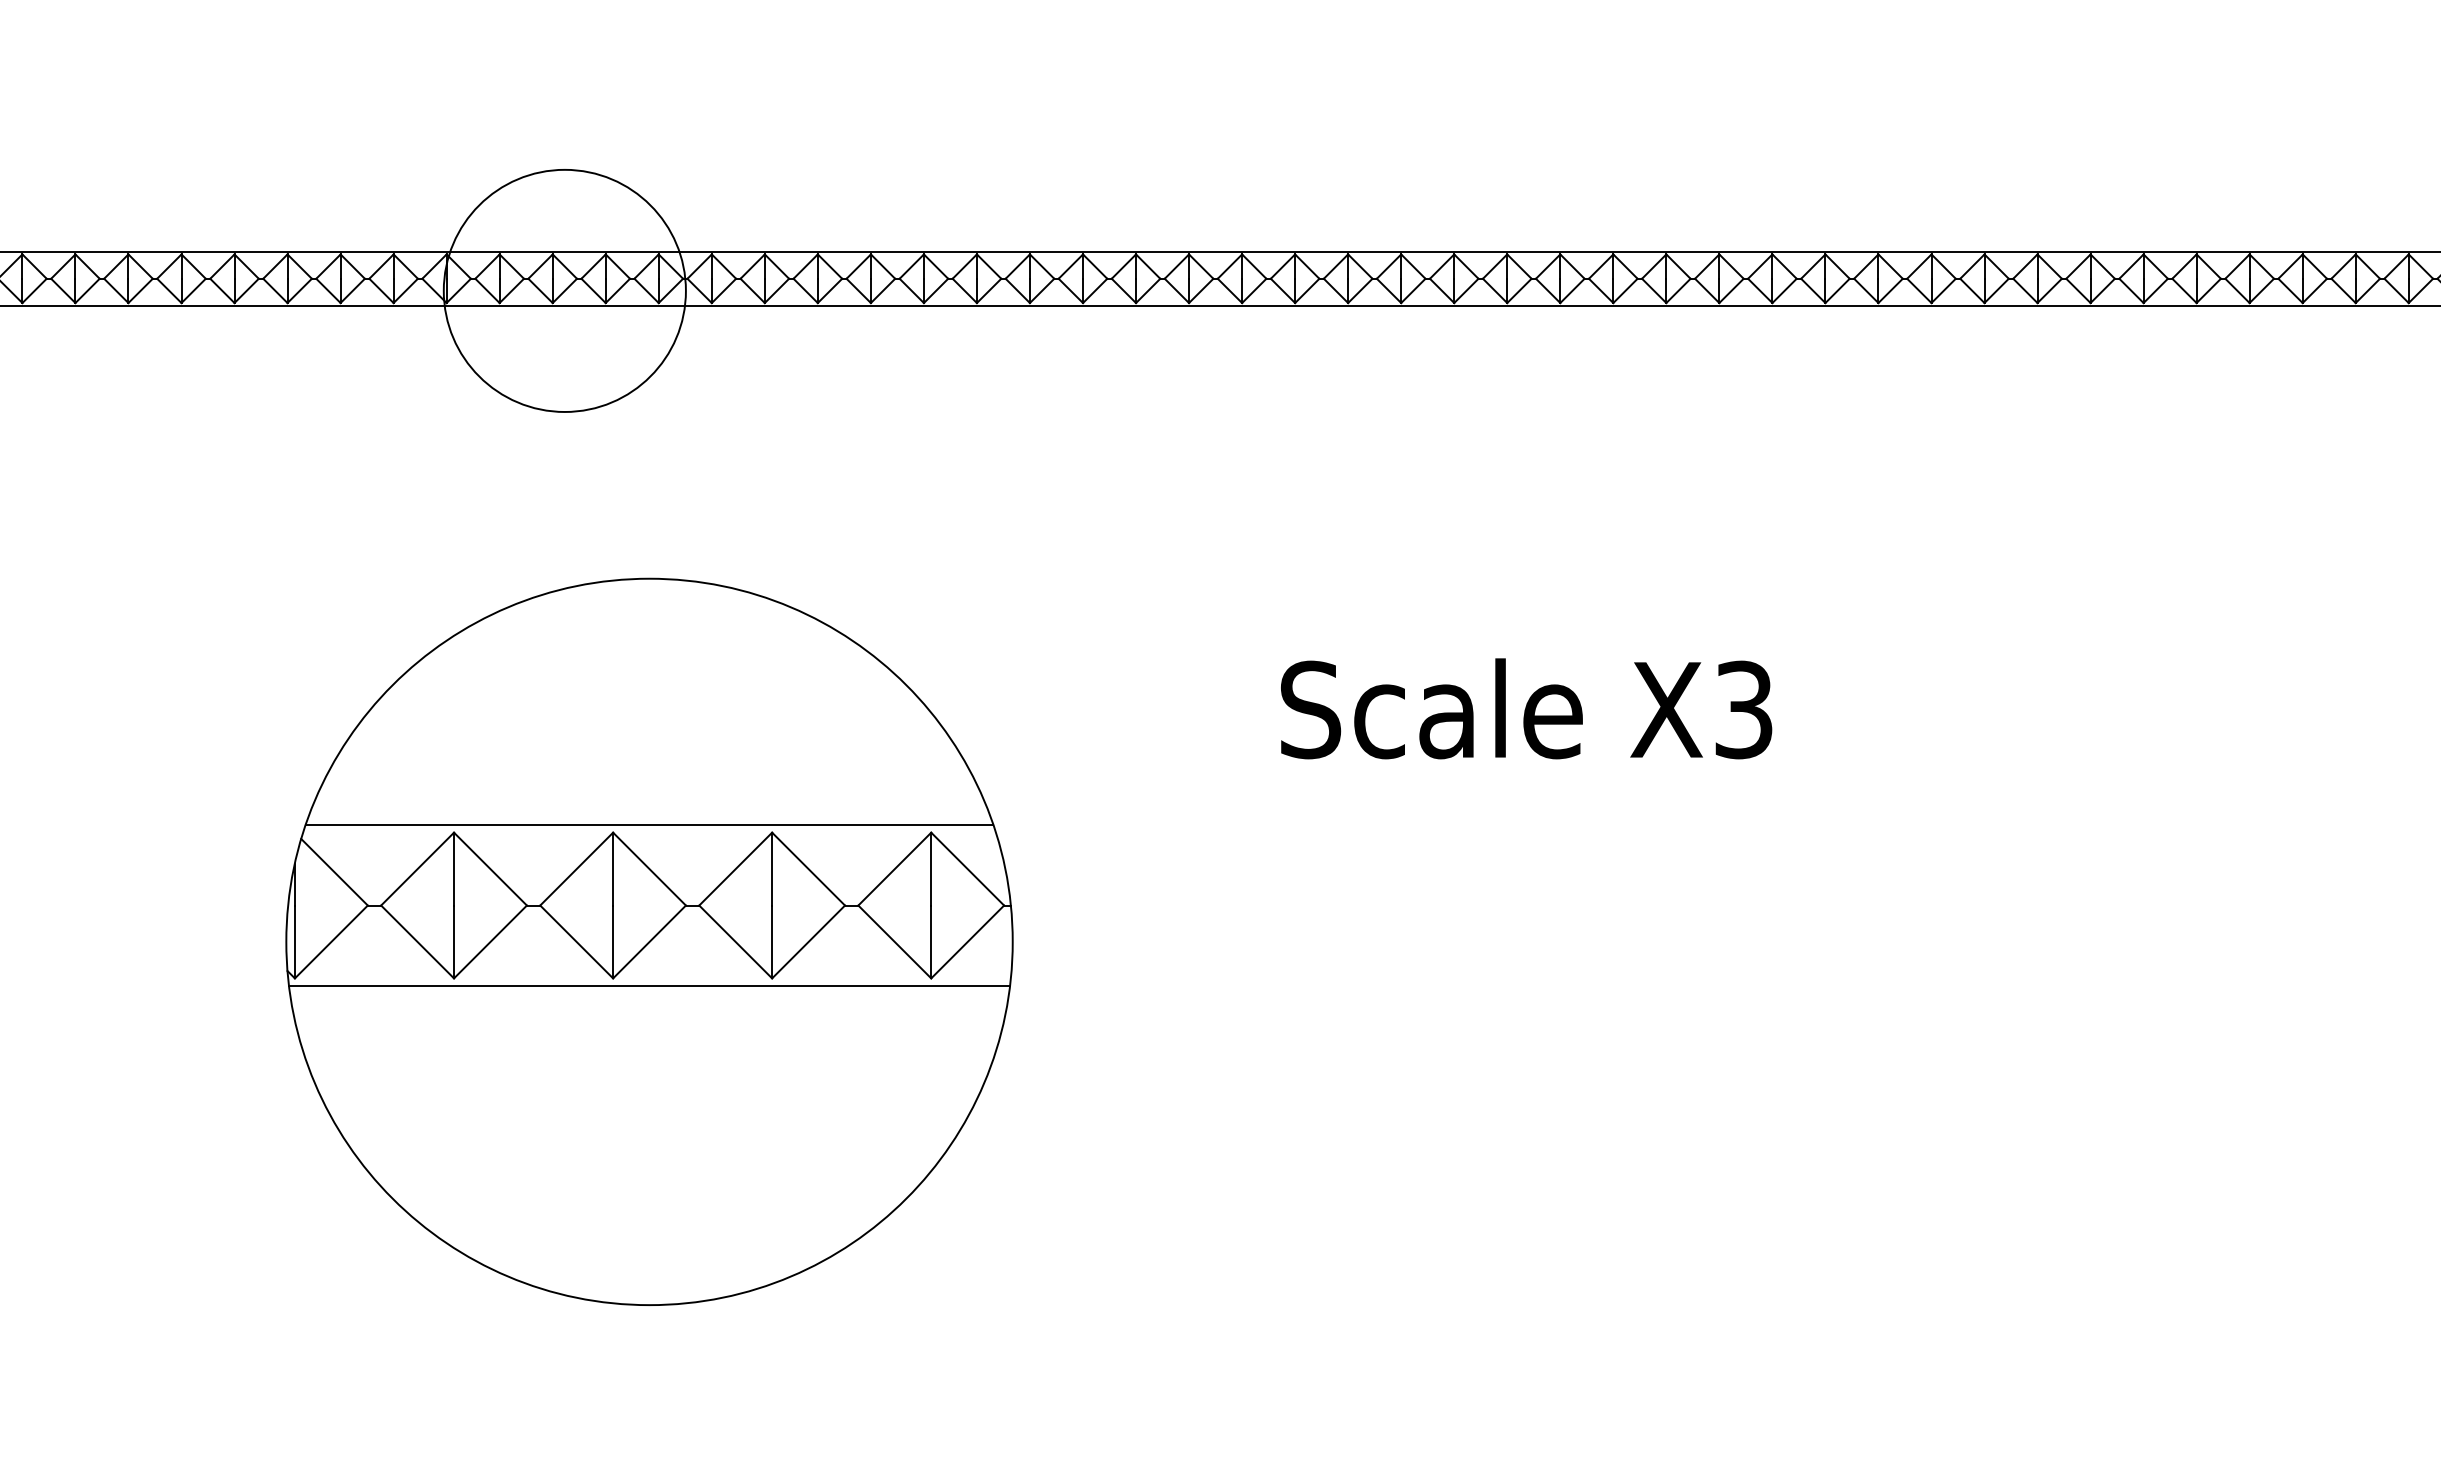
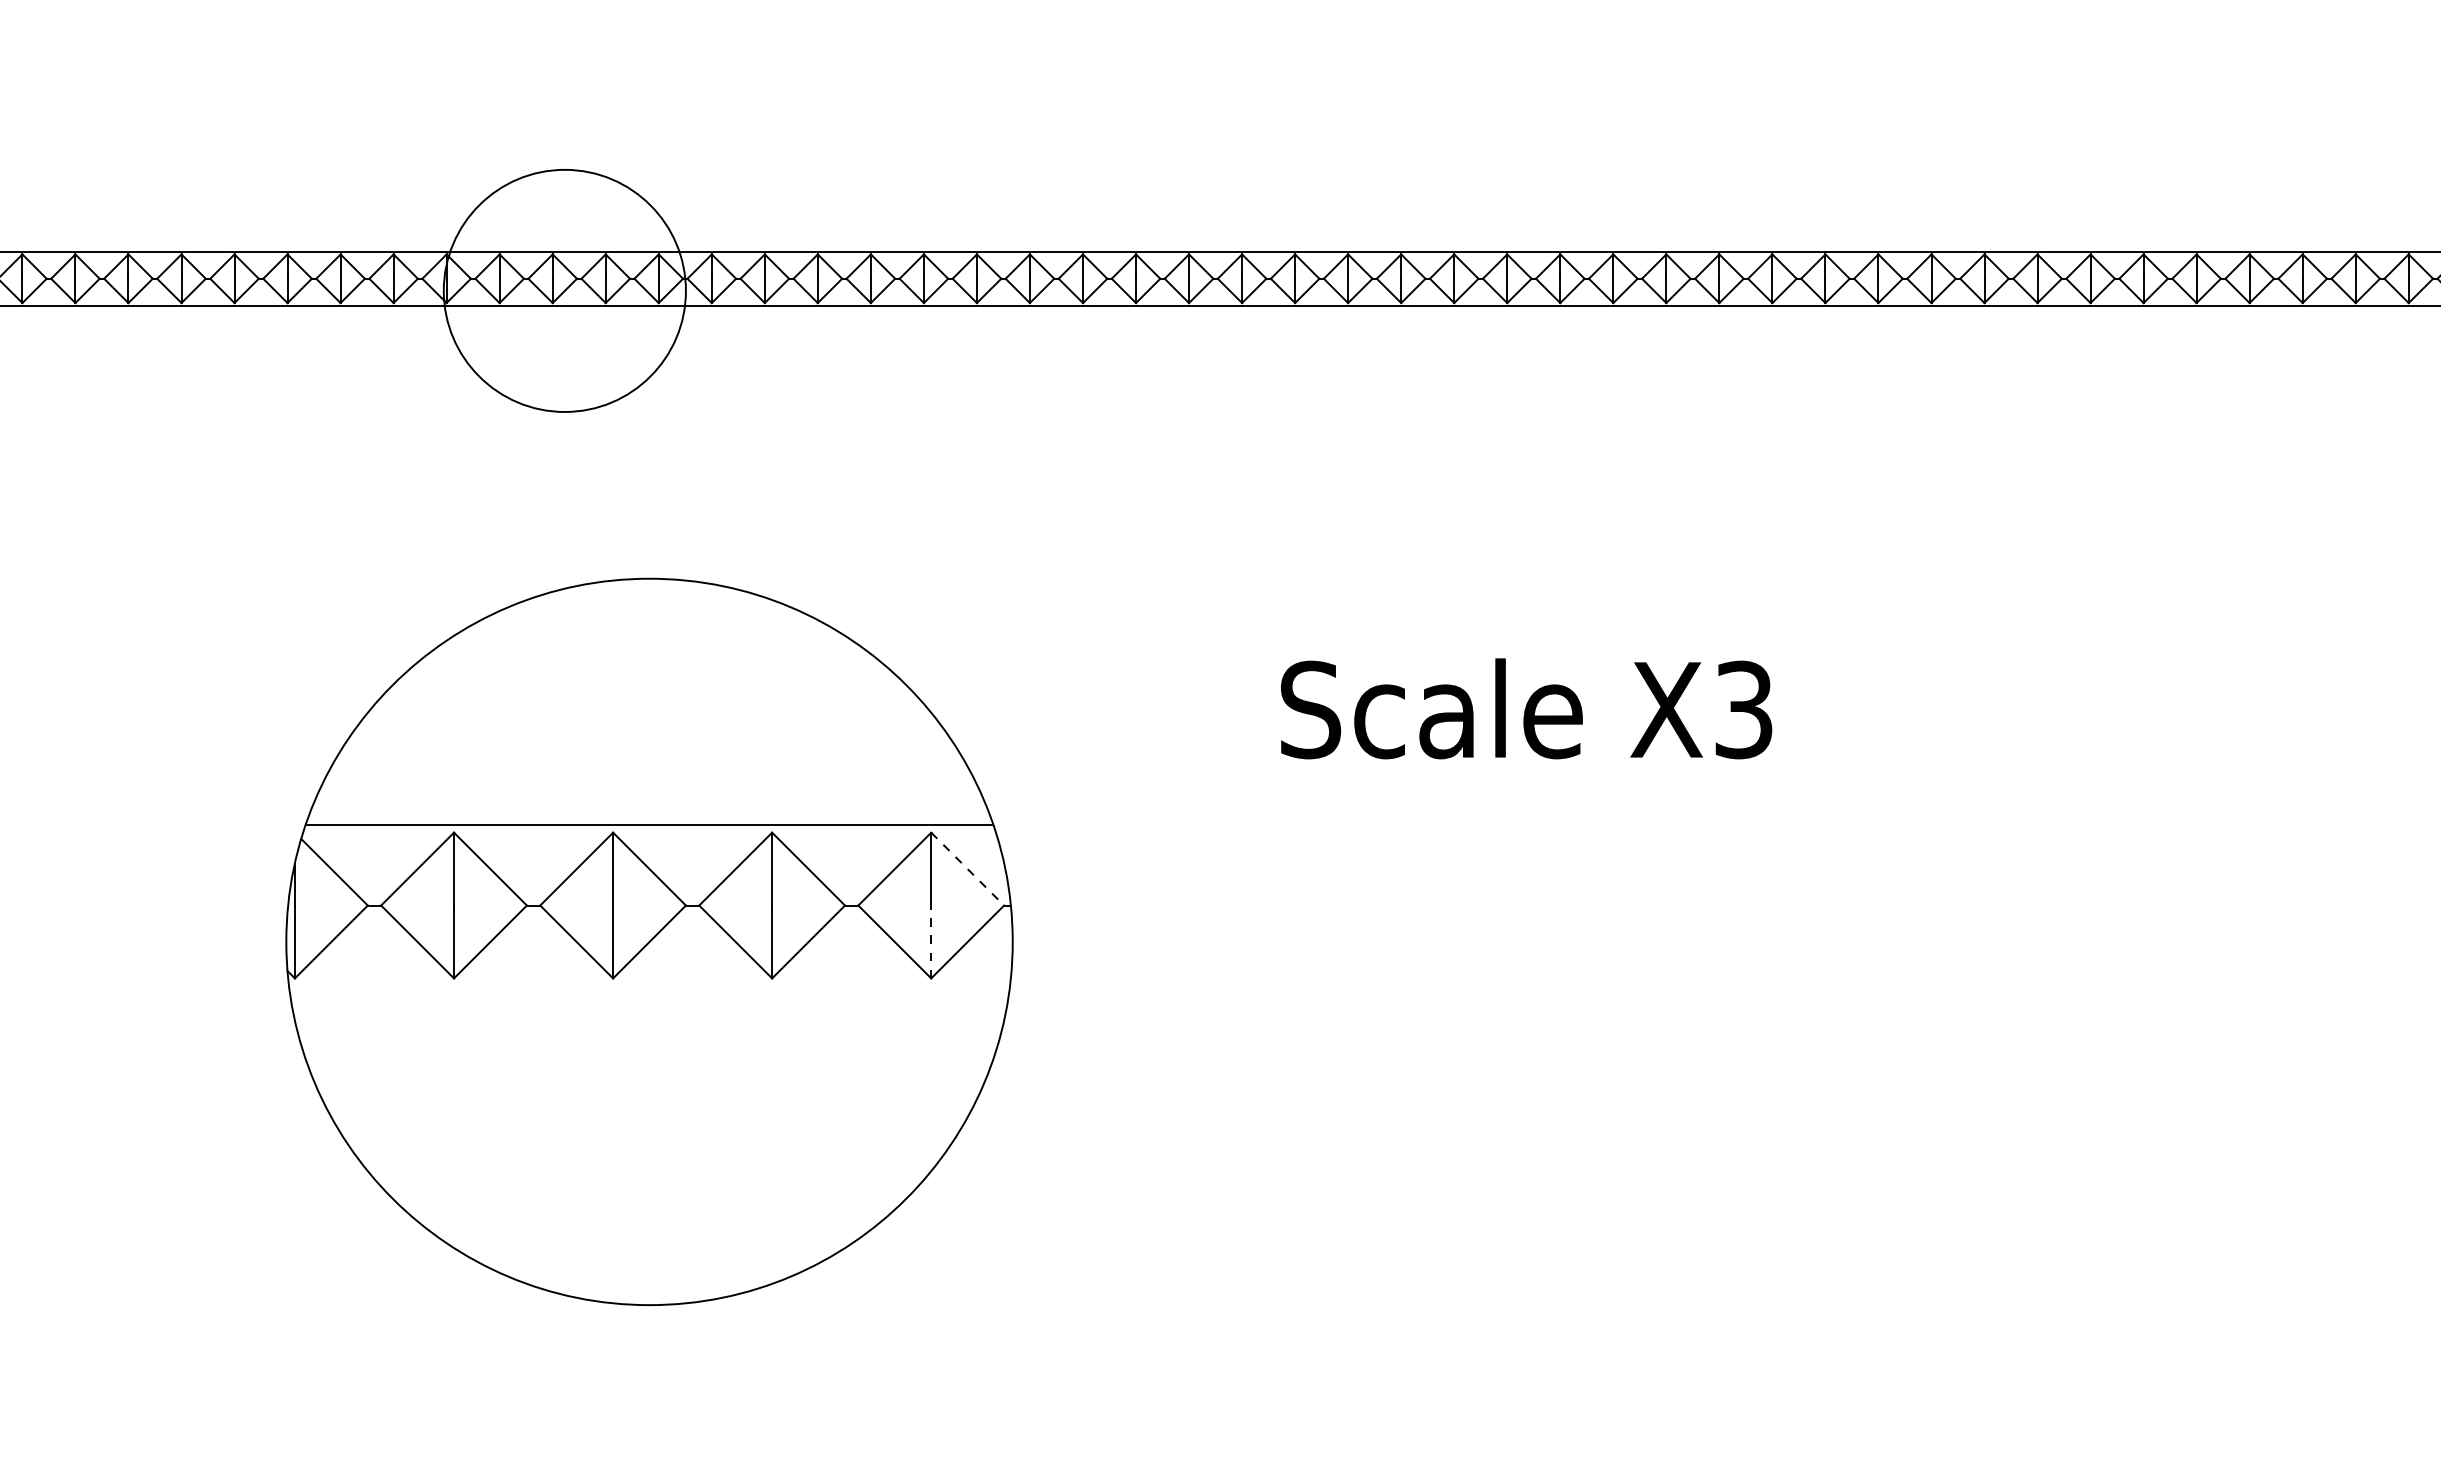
line at (967, 869): solid -> dashed
line at (931, 941): solid -> dashed
line at (649, 986): present -> none
